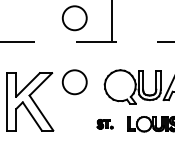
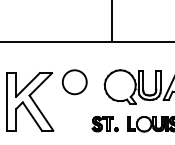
circle at (74, 18): present -> none
line at (87, 41): dashed -> solid
part at (104, 124) size: 18x11 px -> 28x17 px
